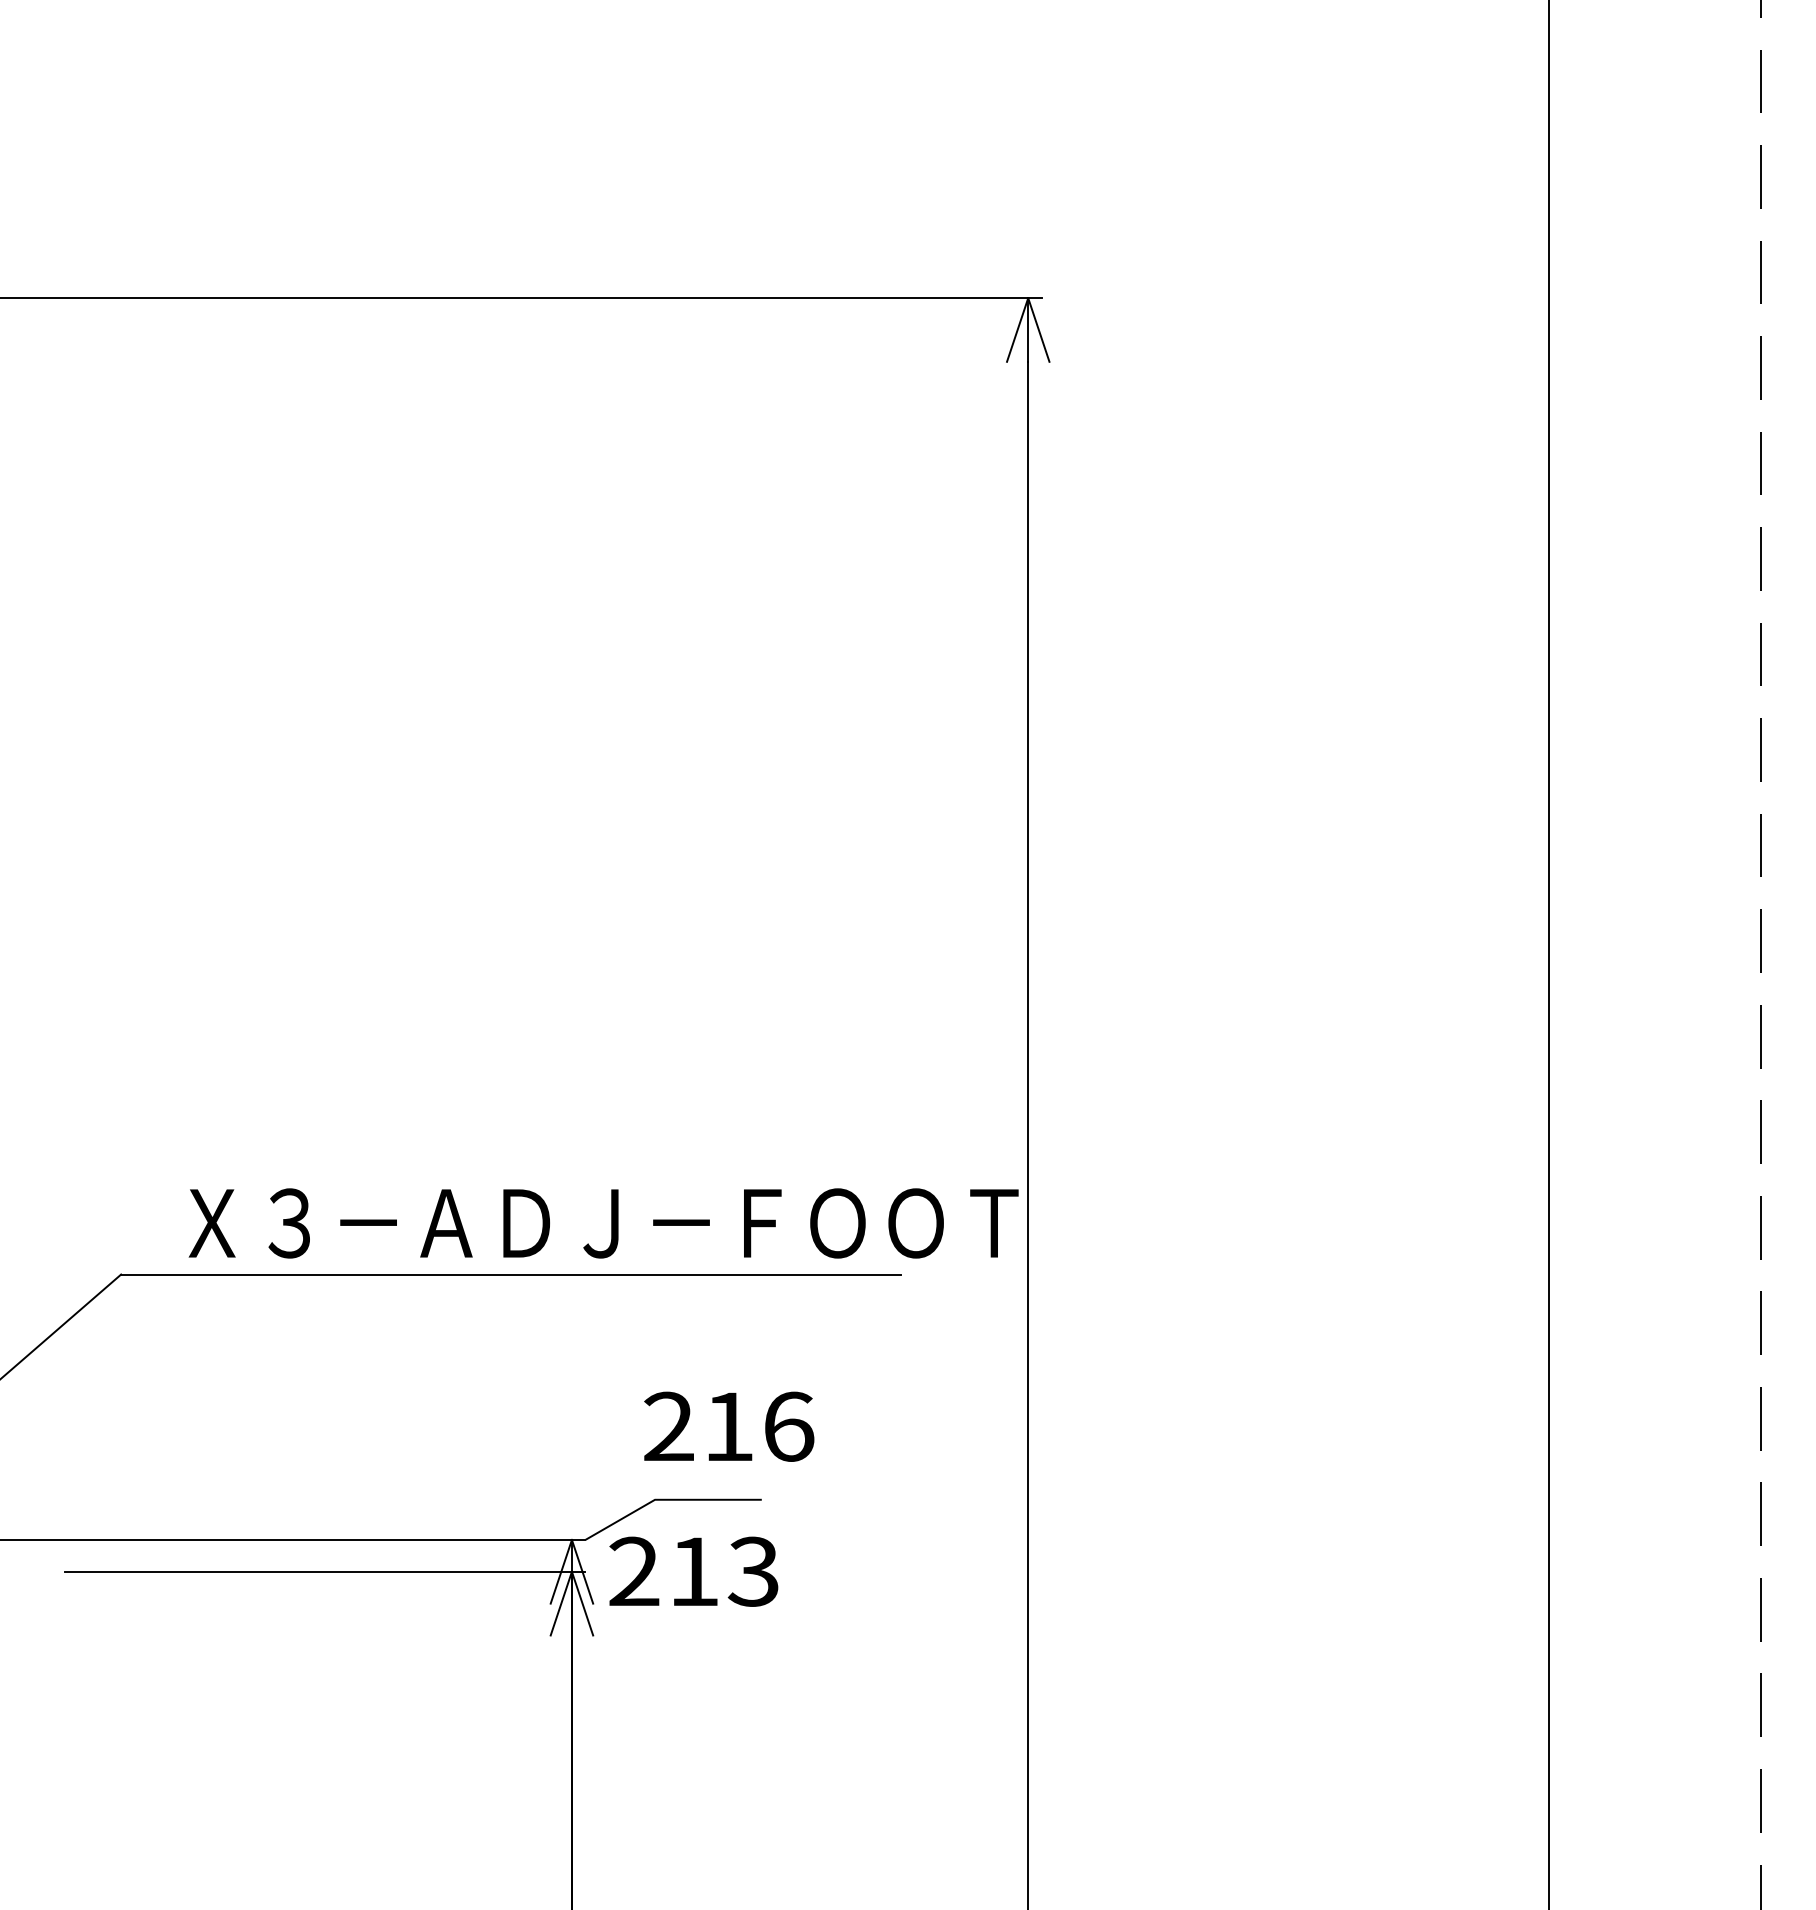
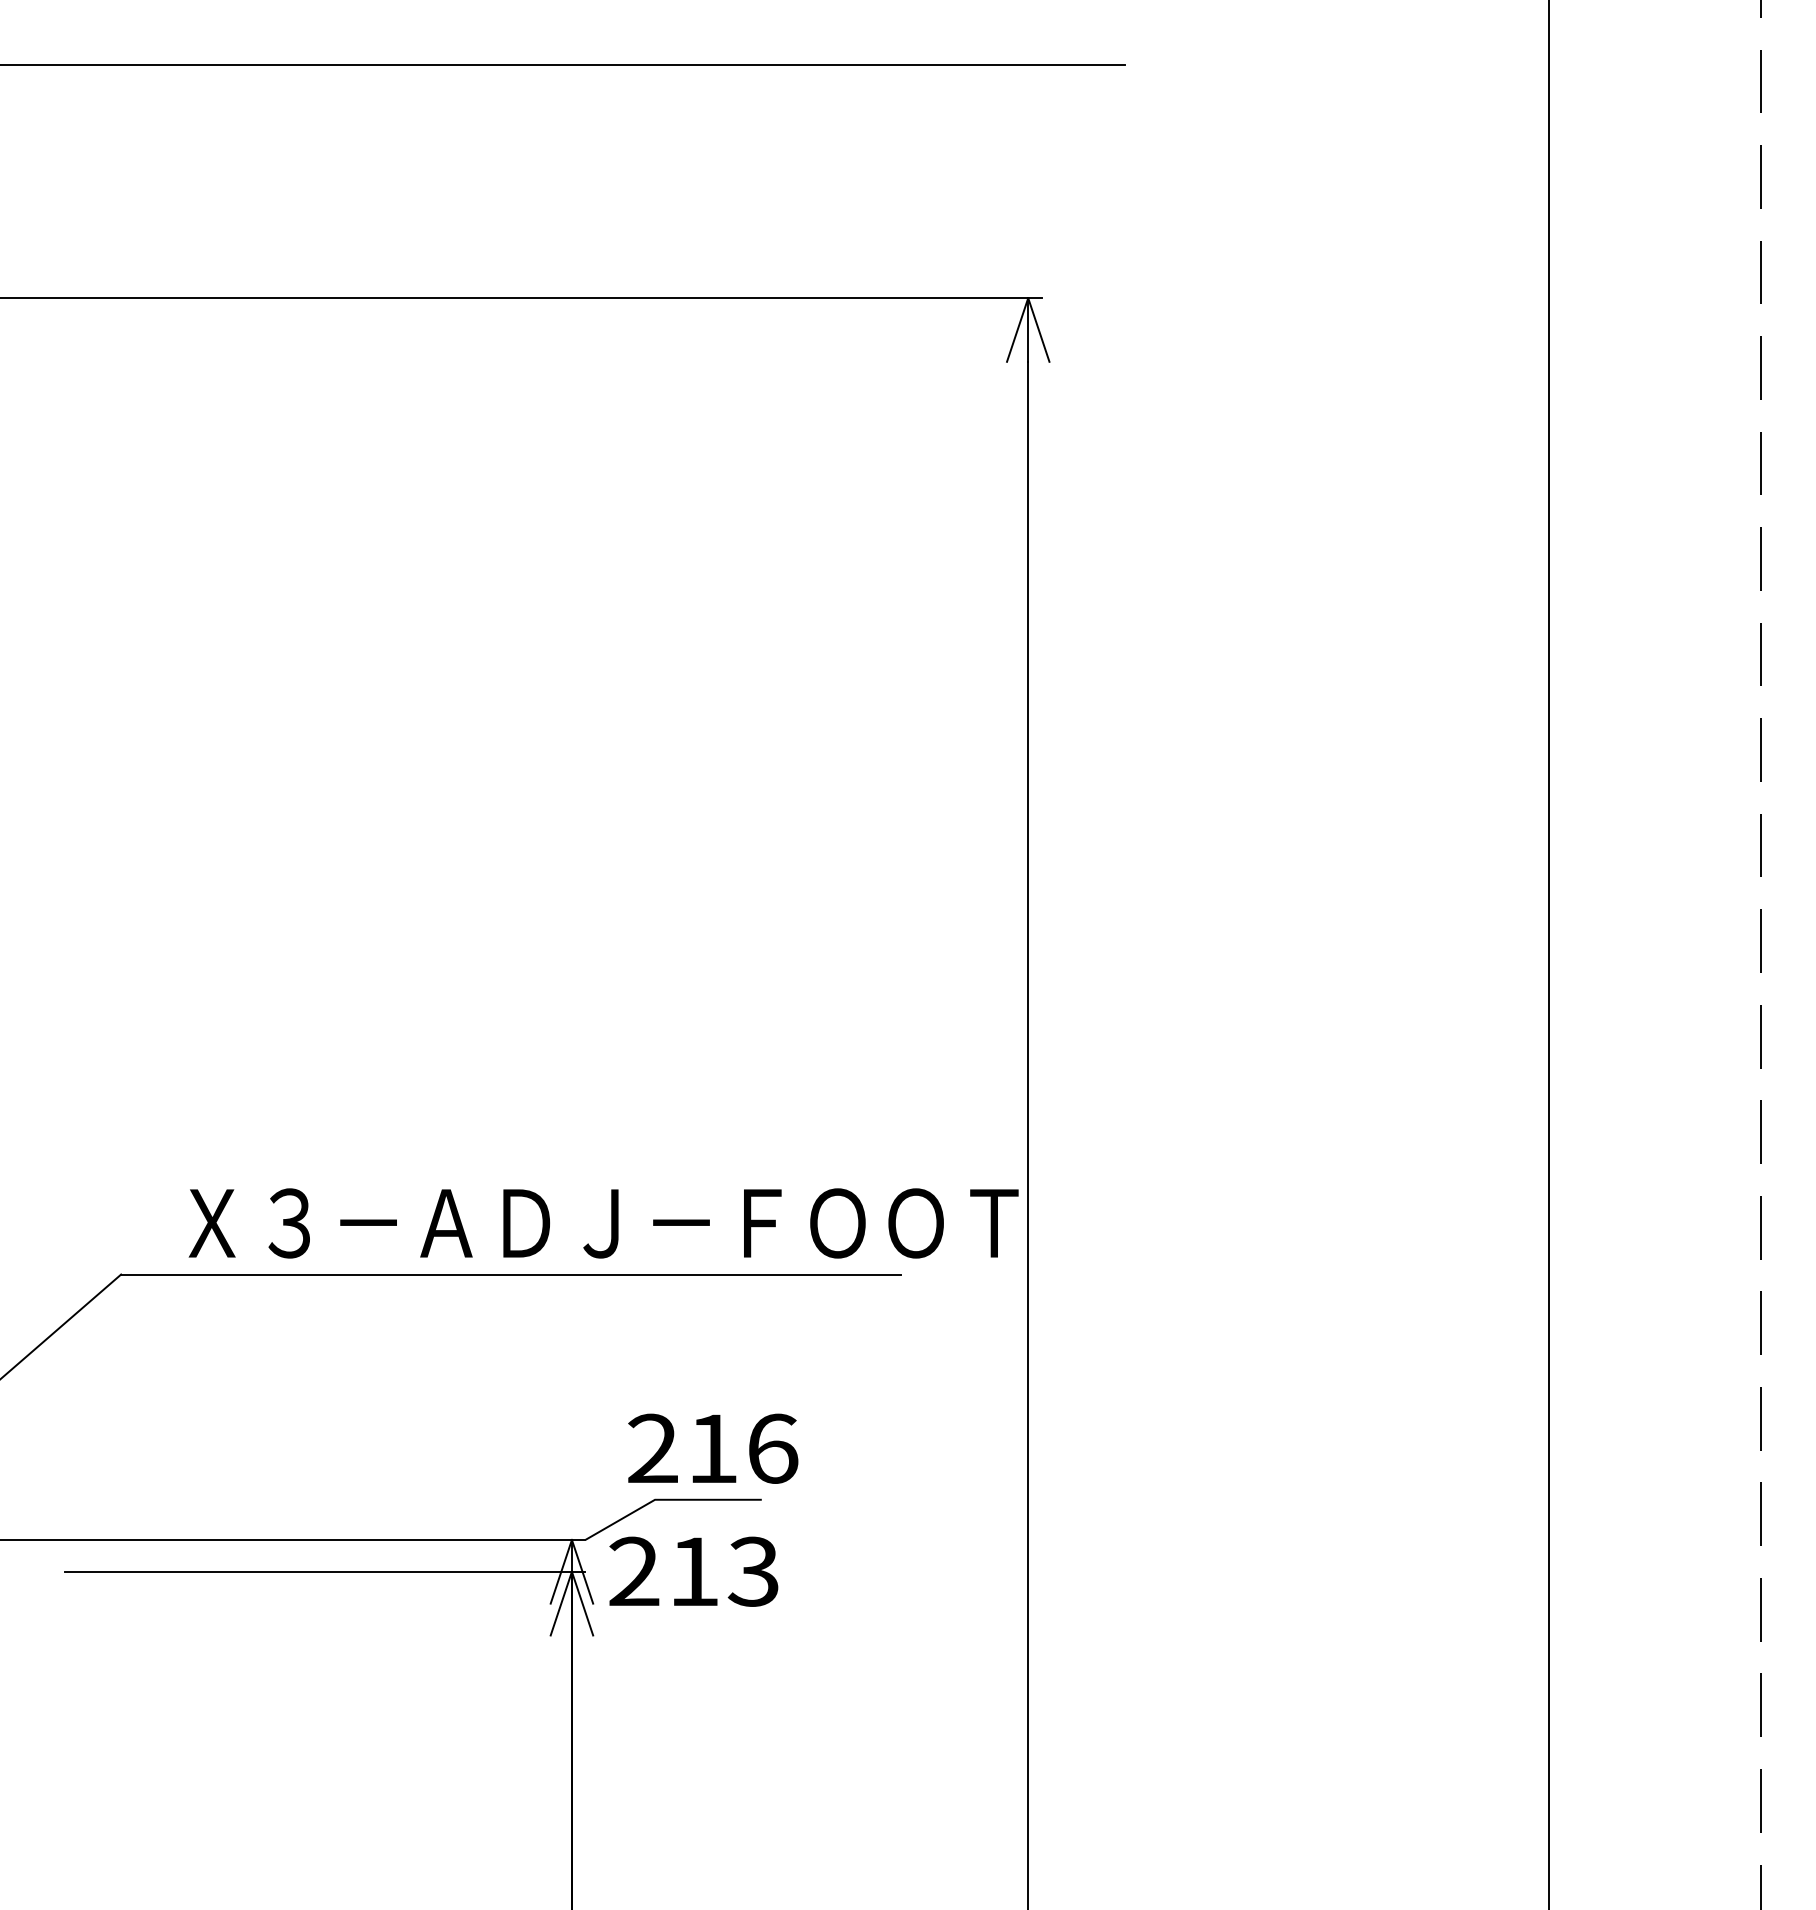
line at (563, 65): none -> present
text at (729, 1426) position: (729, 1426) -> (713, 1448)
